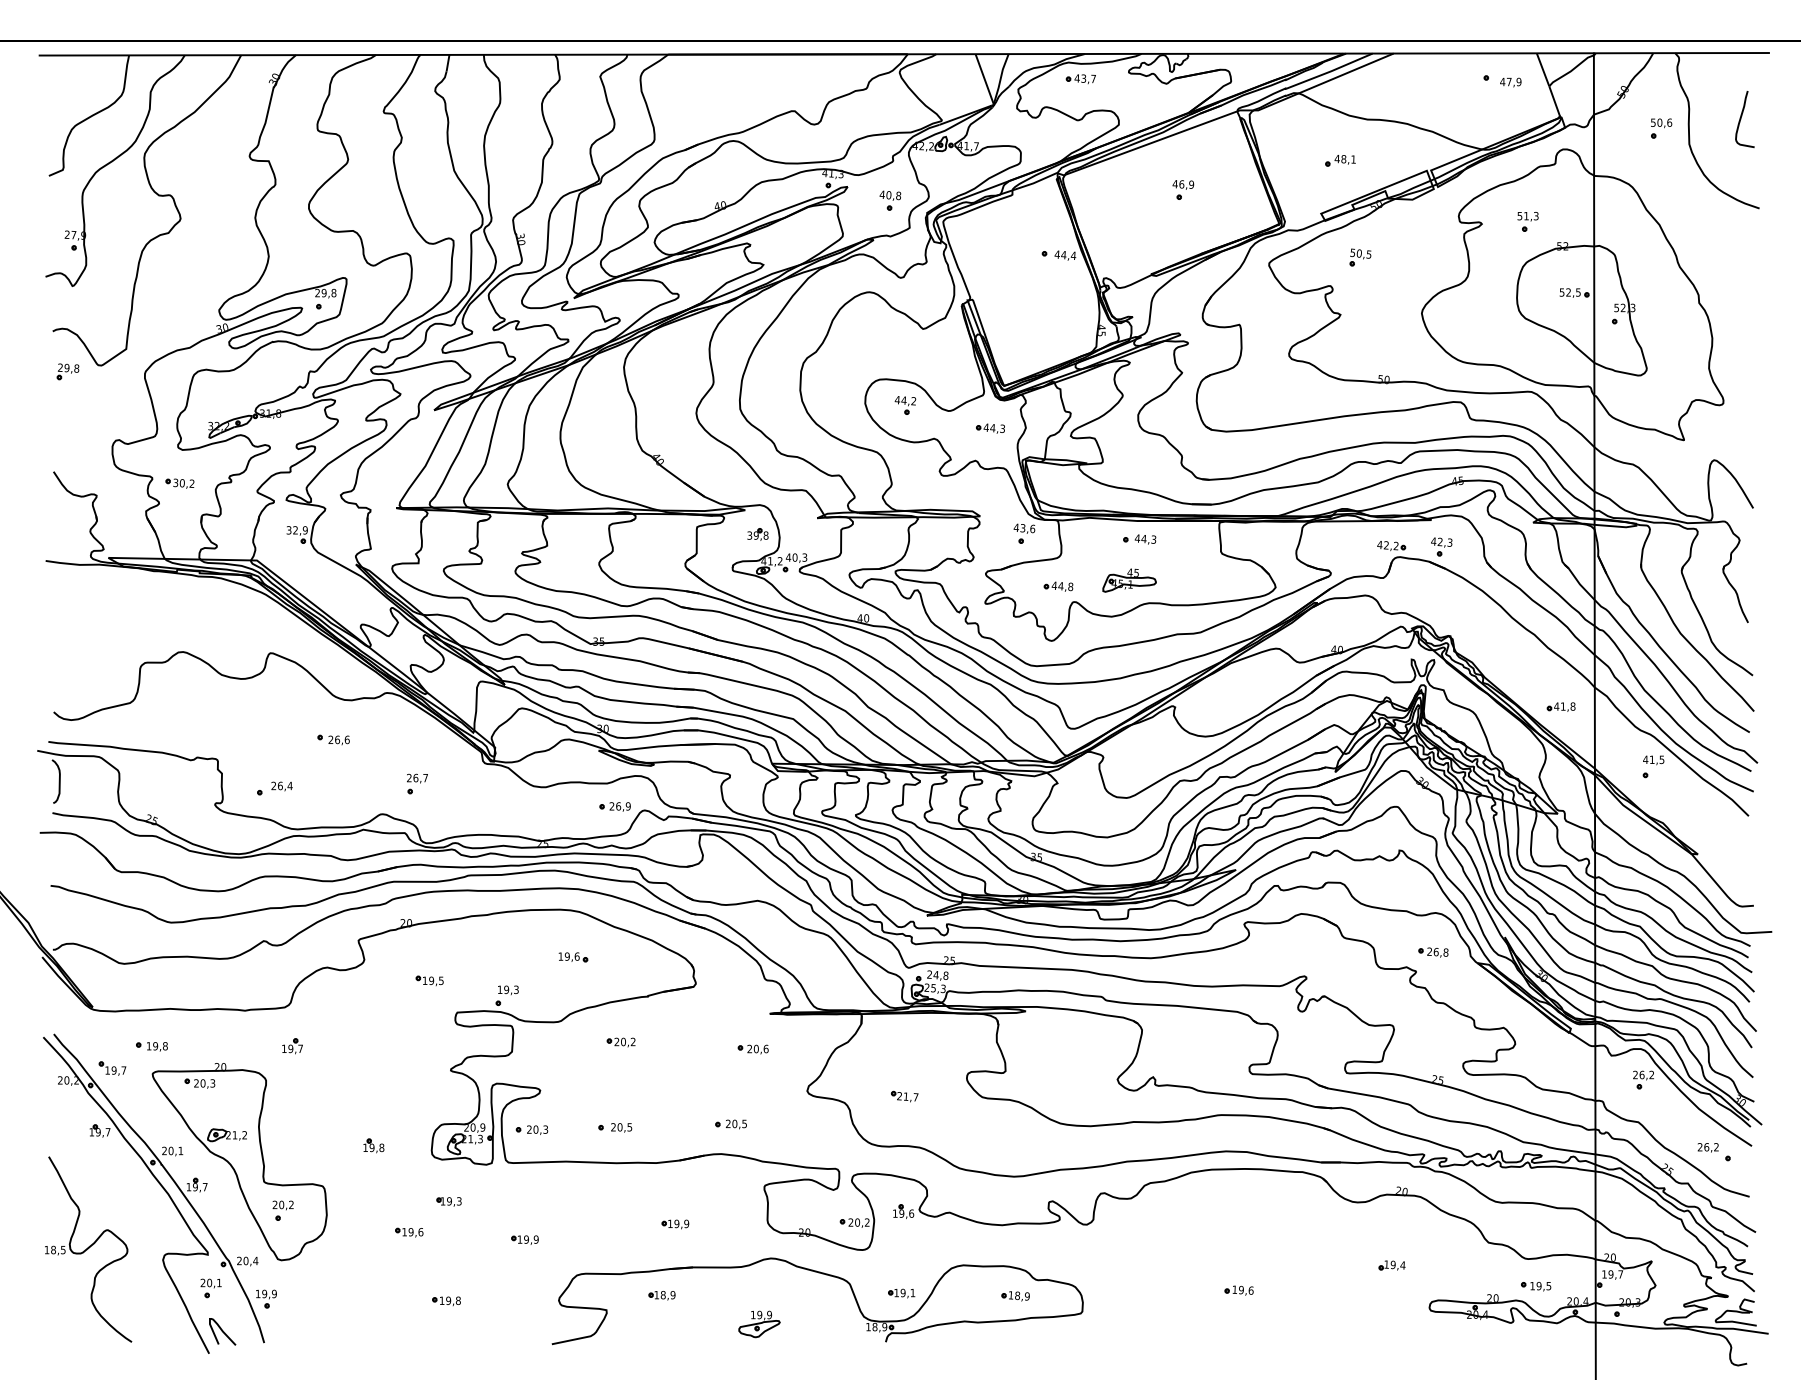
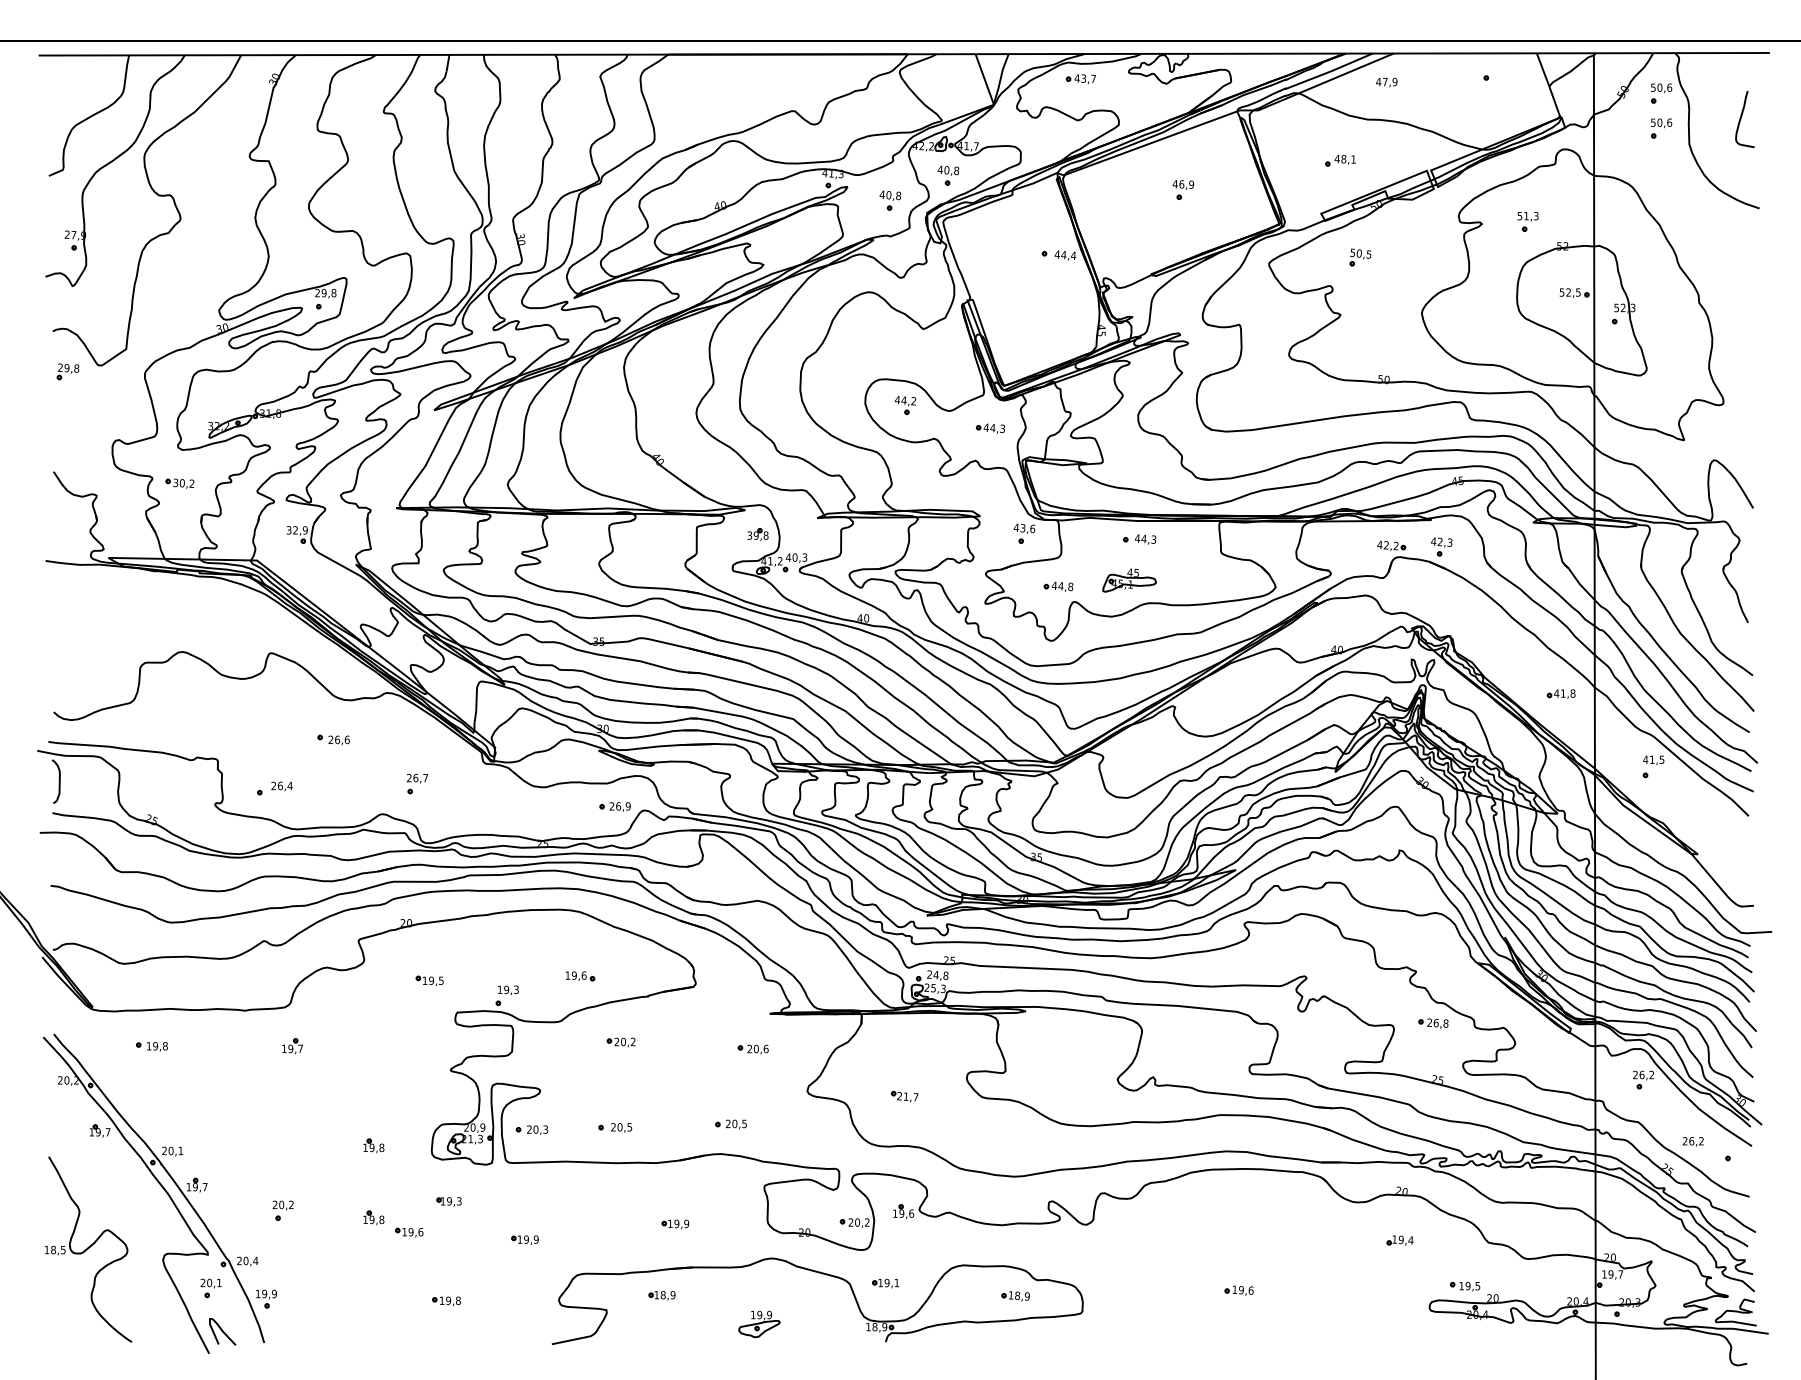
text at (1510, 82) position: (1510, 82) -> (1386, 82)
part at (1661, 93): none -> present
part at (948, 175): none -> present
part at (1560, 706) position: (1560, 706) -> (1560, 693)
part at (1433, 952) position: (1433, 952) -> (1433, 1023)
part at (573, 957) position: (573, 957) -> (580, 976)
part at (112, 1068): present -> none
text at (1707, 1147) position: (1707, 1147) -> (1692, 1141)
part at (239, 1162): present -> none
part at (373, 1217): none -> present
part at (1391, 1265) position: (1391, 1265) -> (1399, 1240)
part at (1536, 1286) position: (1536, 1286) -> (1465, 1286)
part at (901, 1293) position: (901, 1293) -> (885, 1283)
